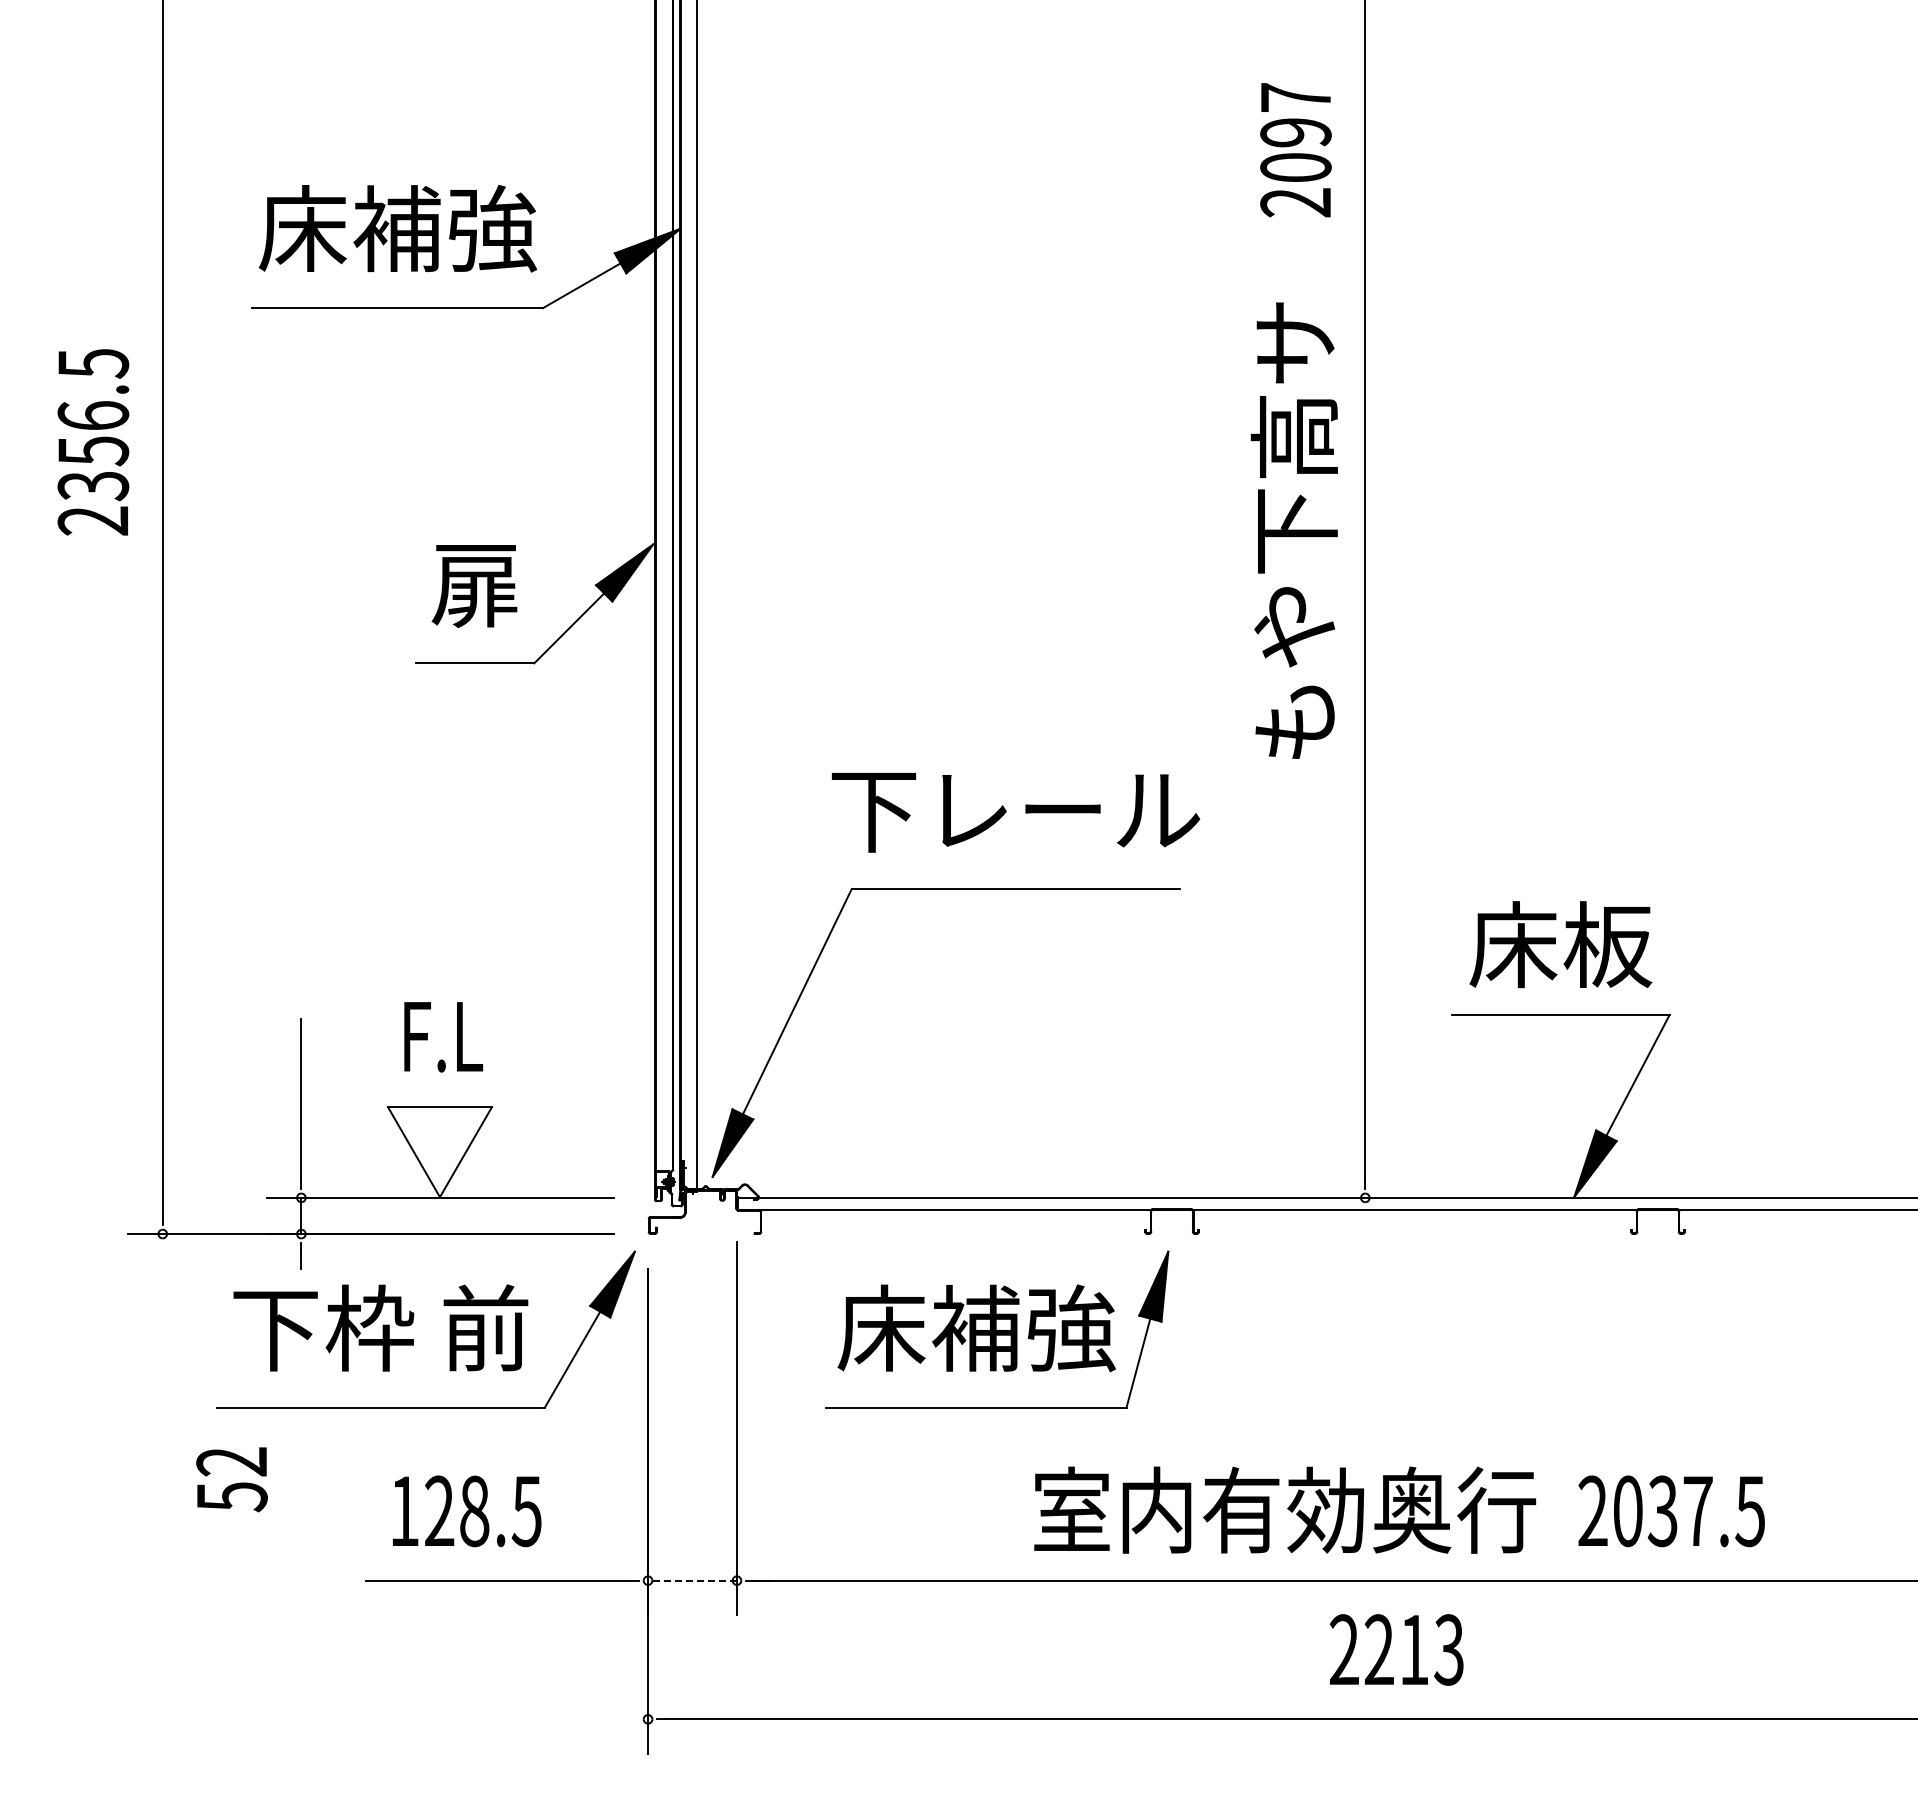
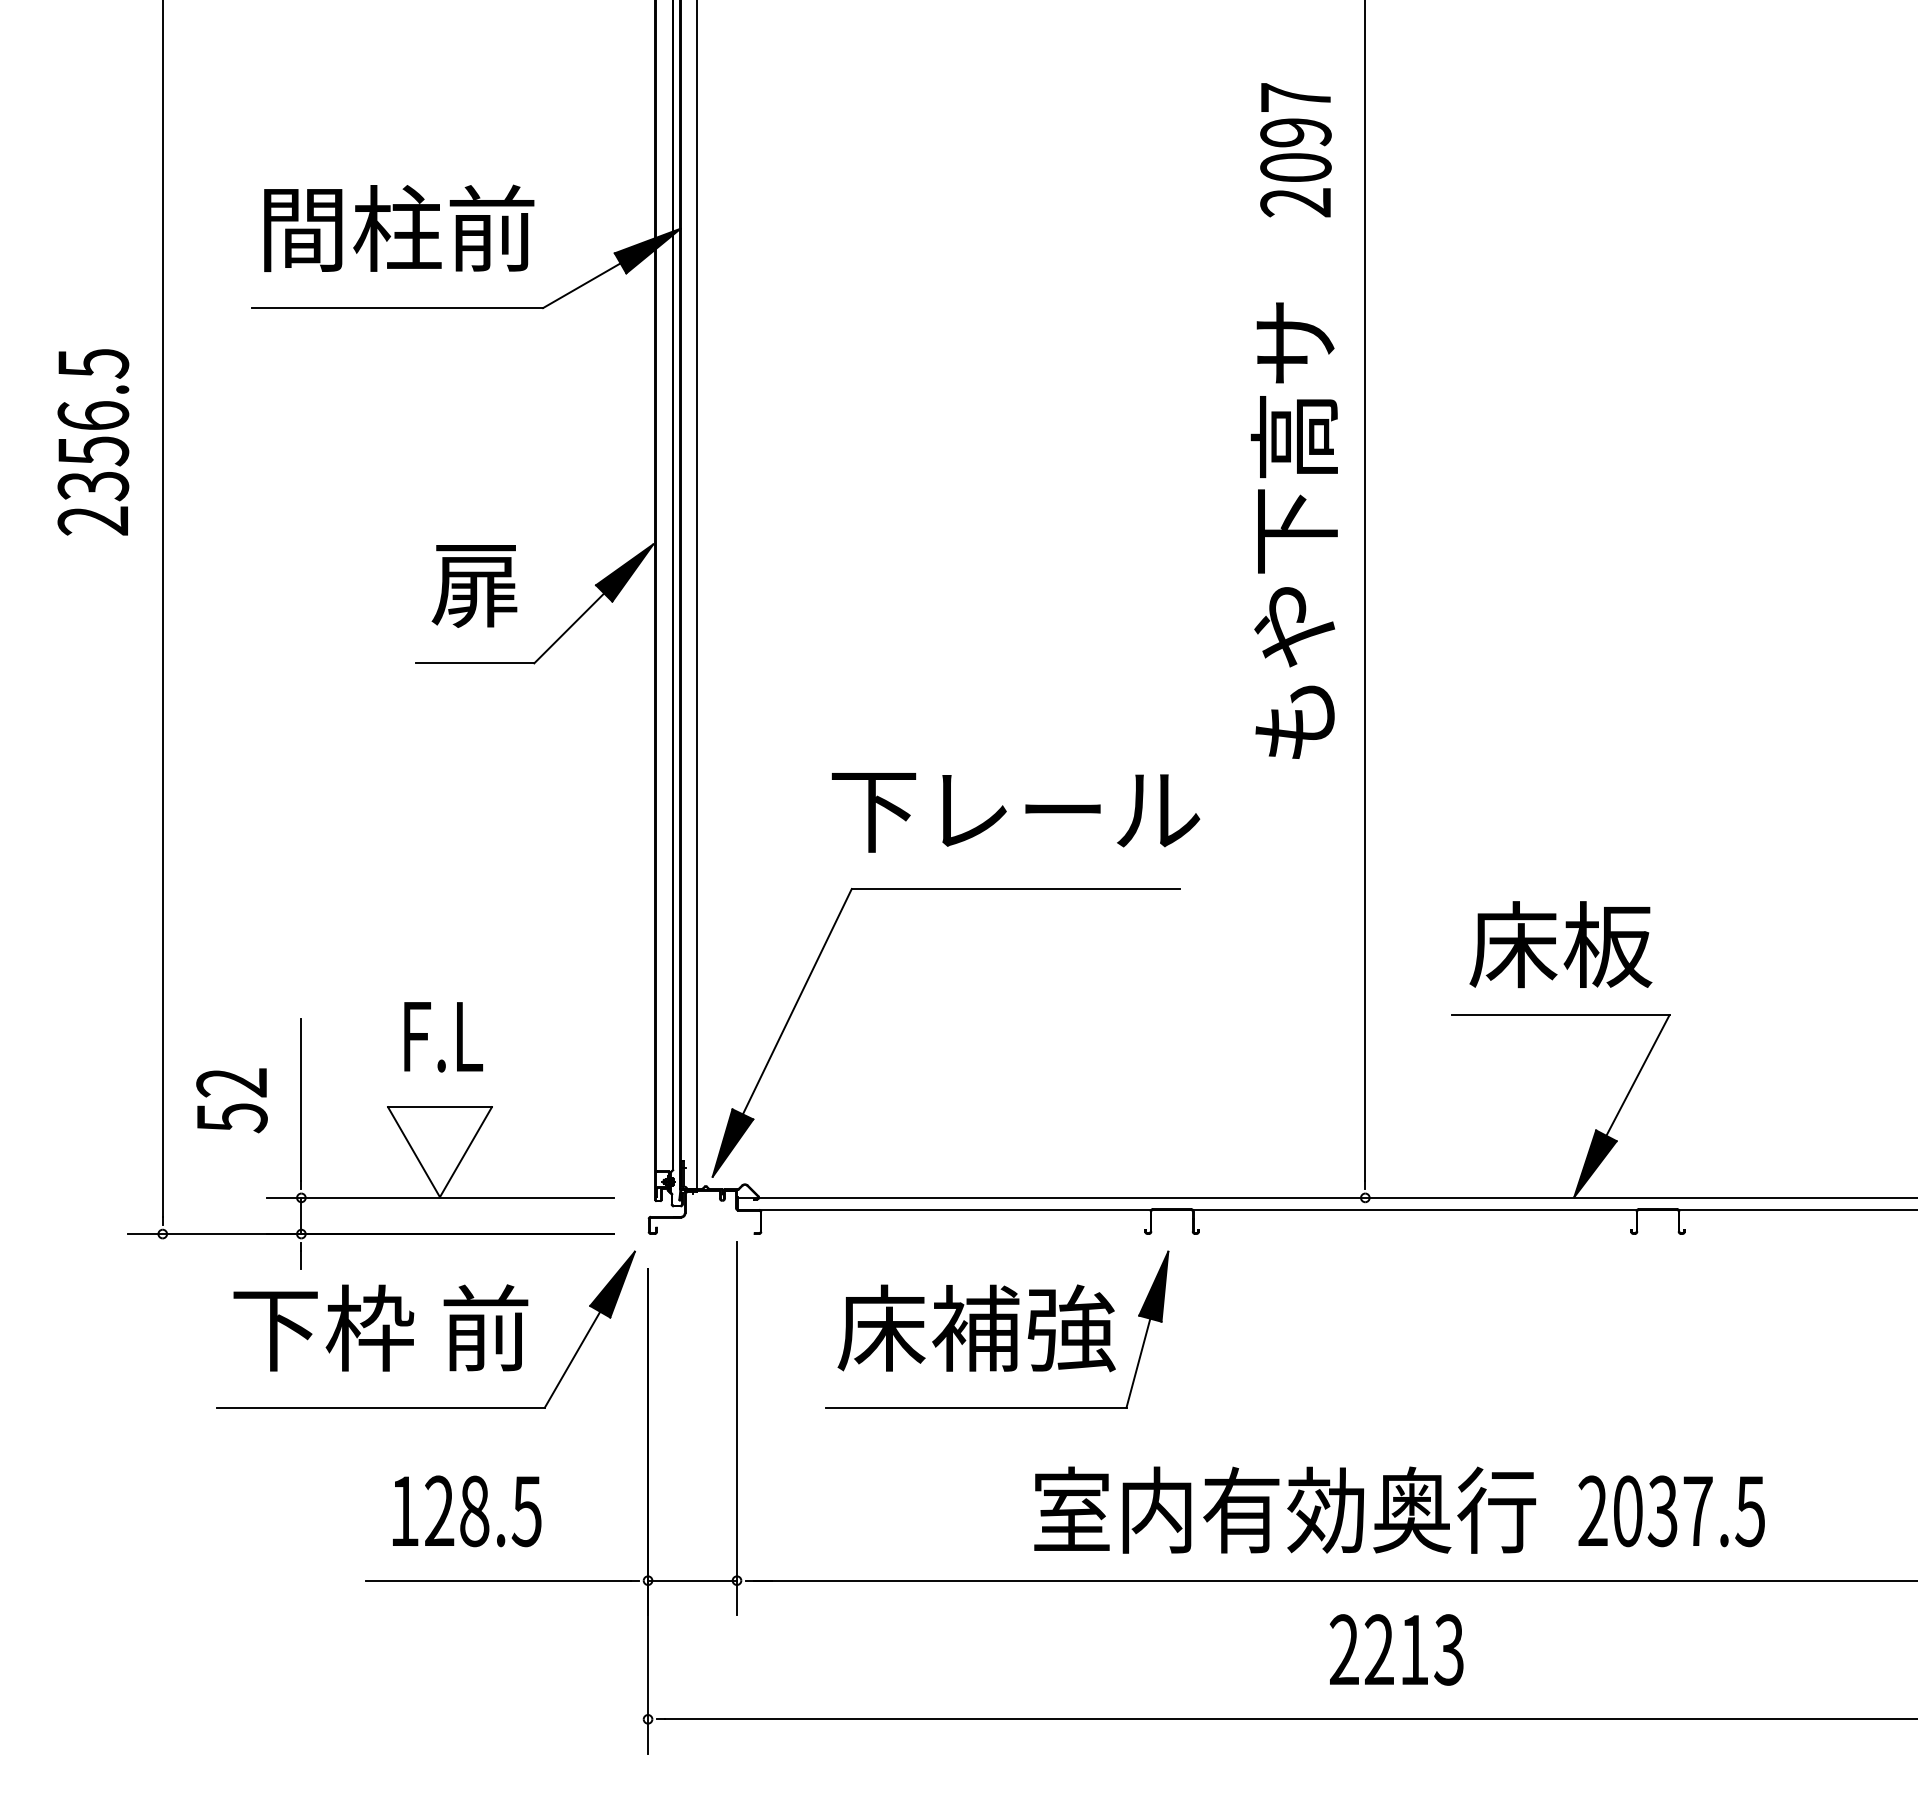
text at (397, 228): 床補強 -> 間柱前
text at (231, 1479) position: (231, 1479) -> (231, 1100)
line at (692, 1580): dashed -> solid
